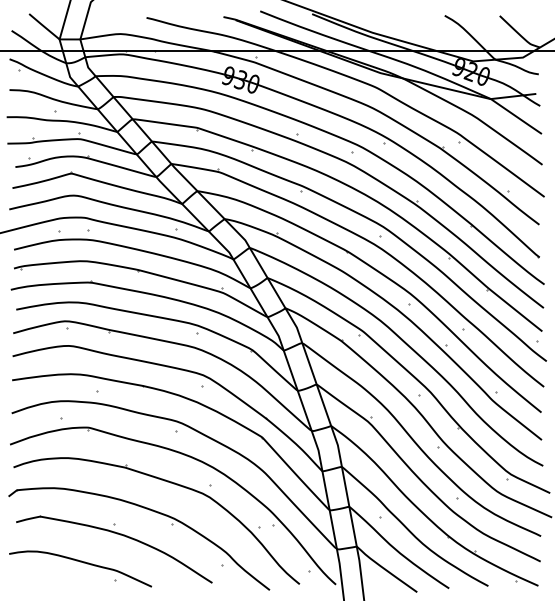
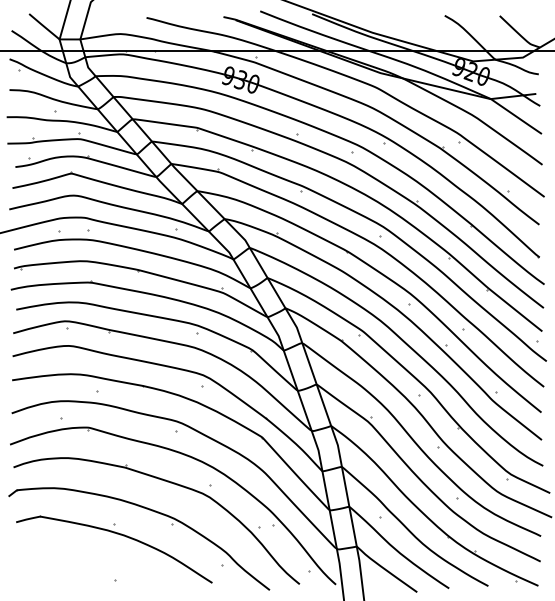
curve at (83, 563): present -> none
